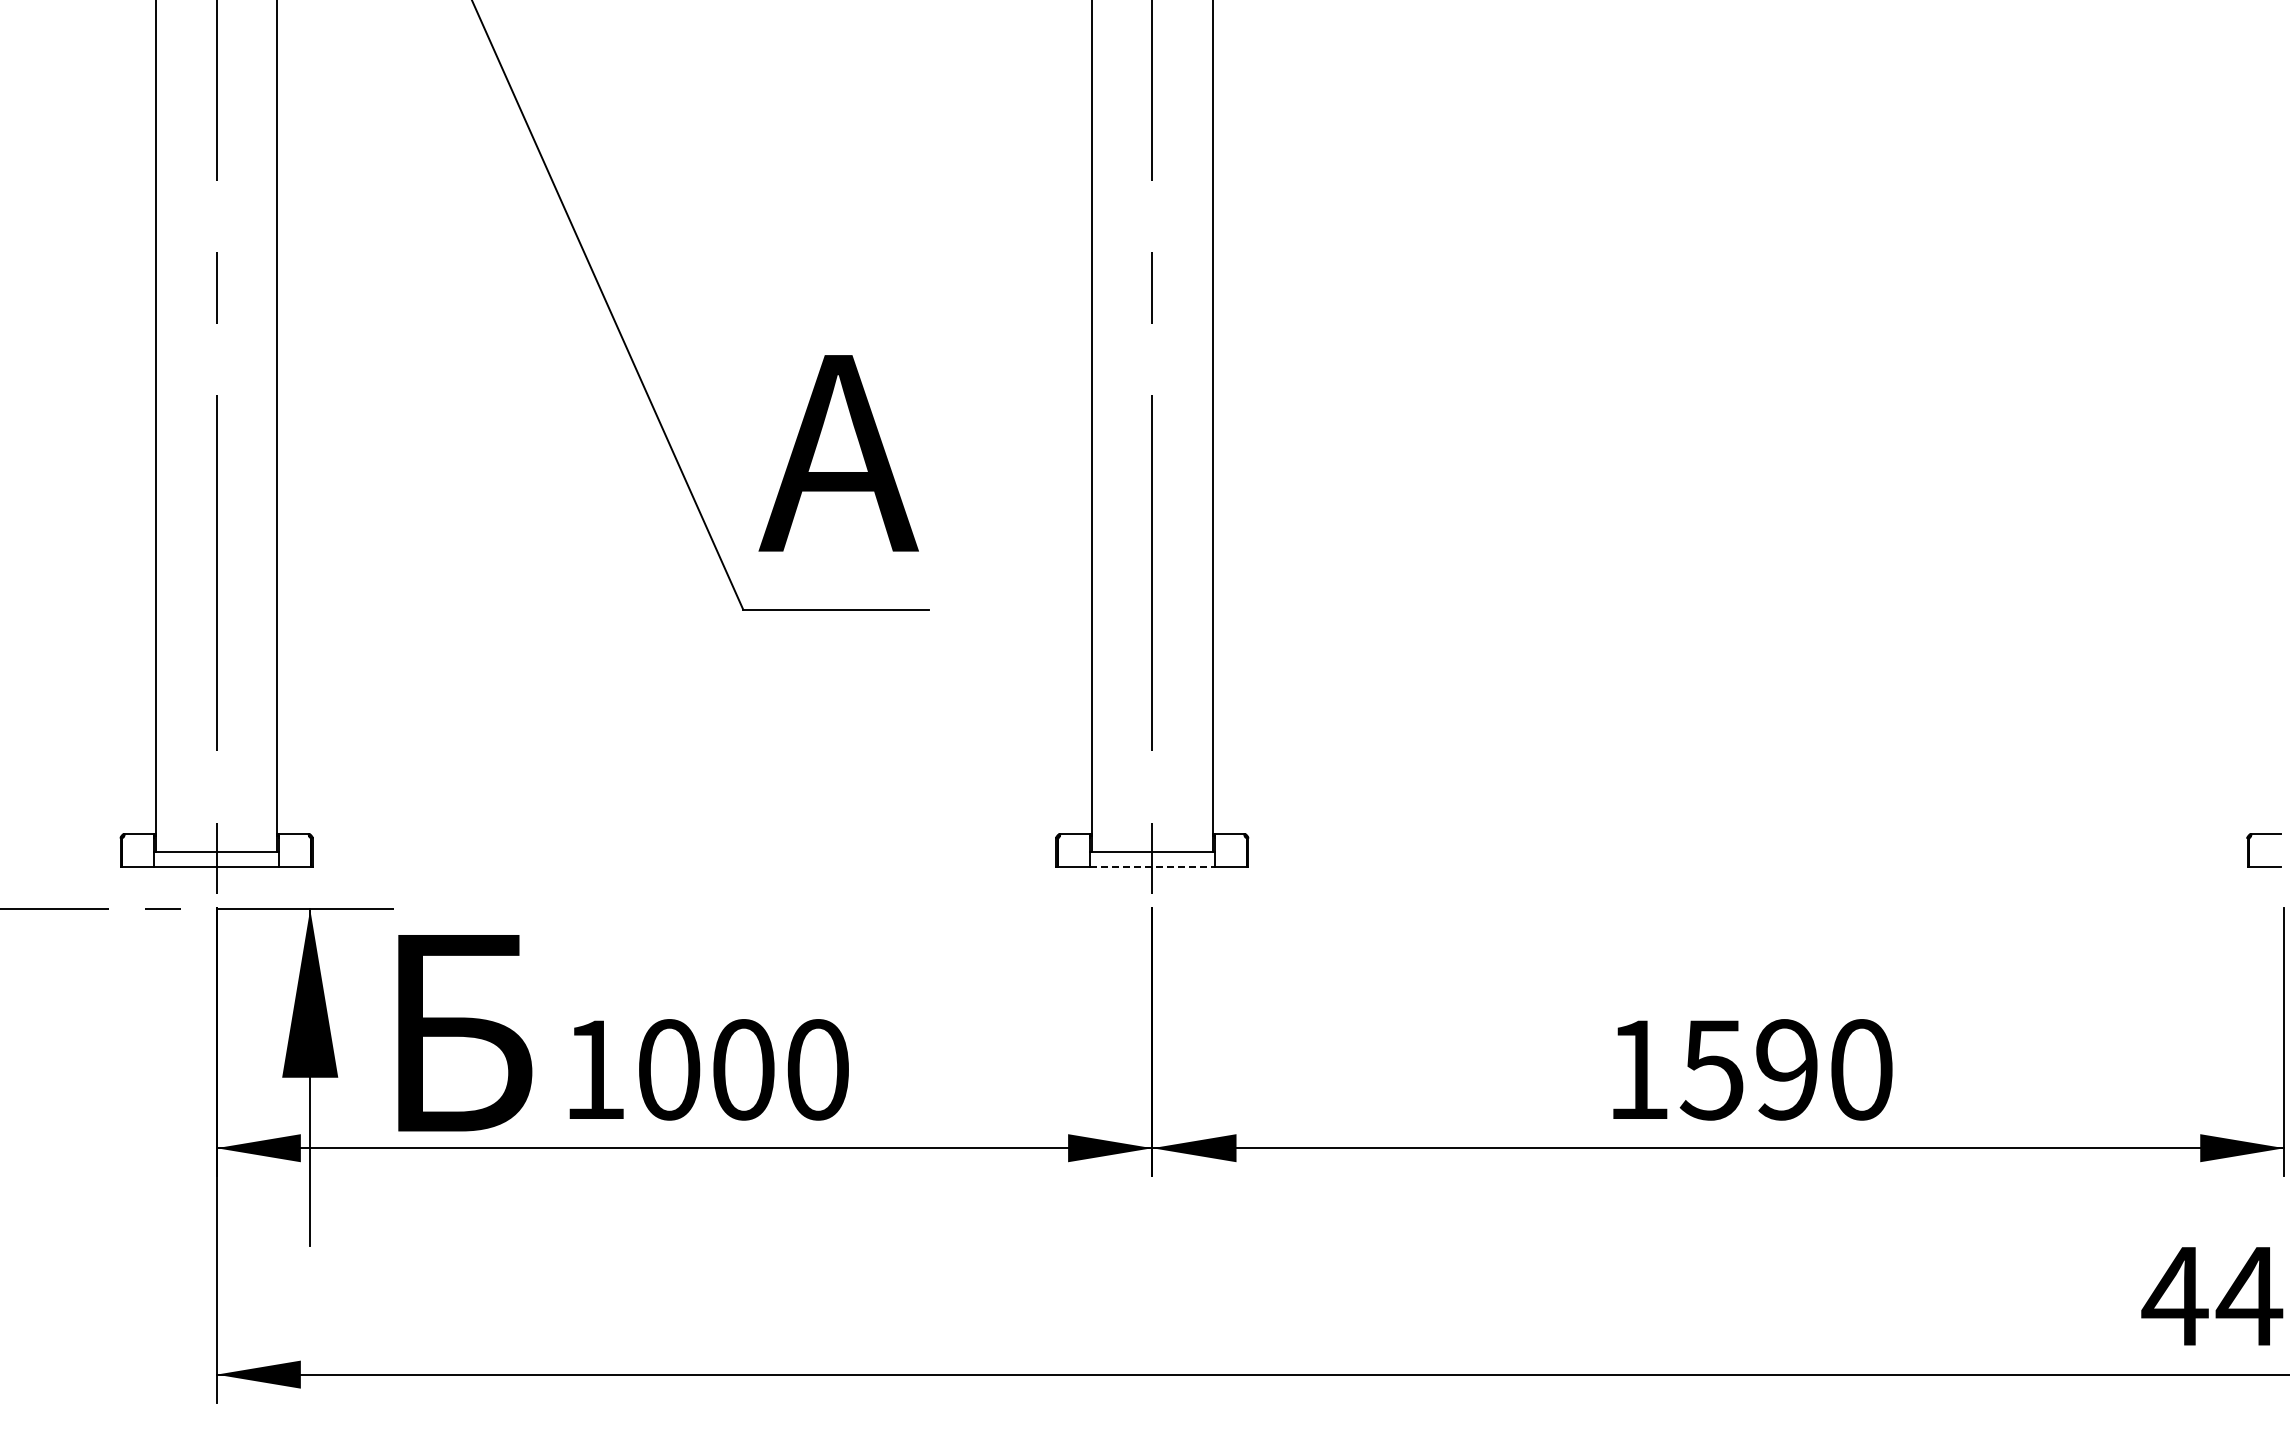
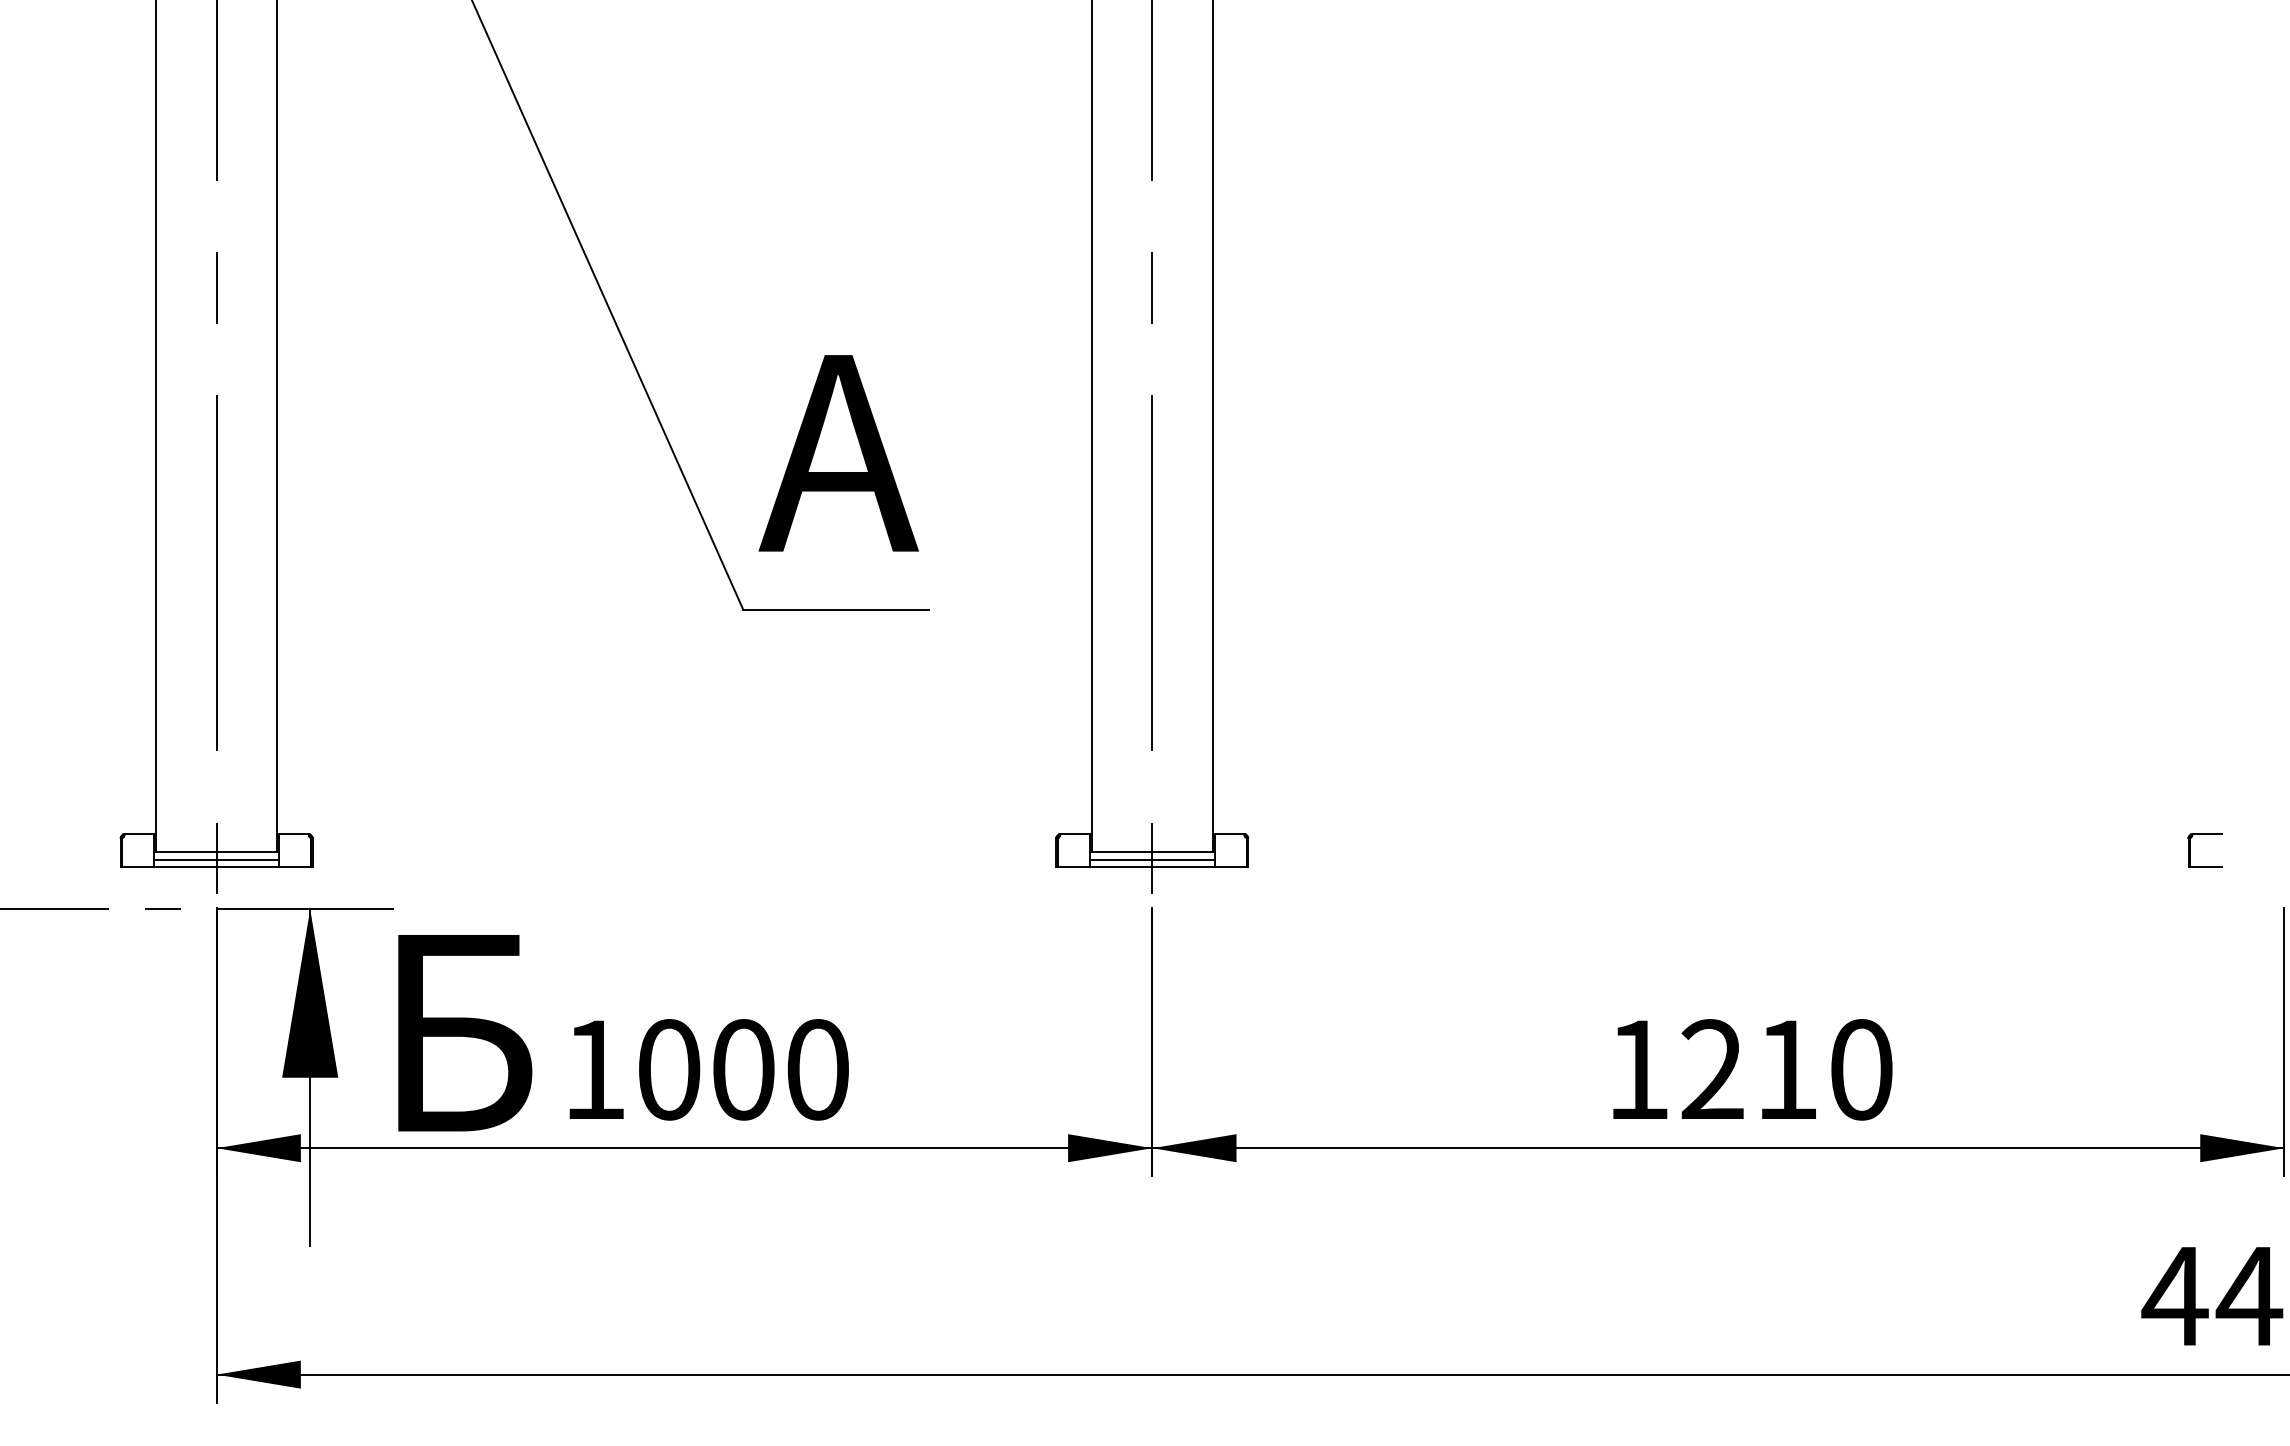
part at (2249, 850) position: (2249, 850) -> (2190, 850)
line at (216, 859): none -> present
line at (1152, 859): none -> present
line at (1152, 867): dashed -> solid
text at (1748, 1069): 1590 -> 1210
